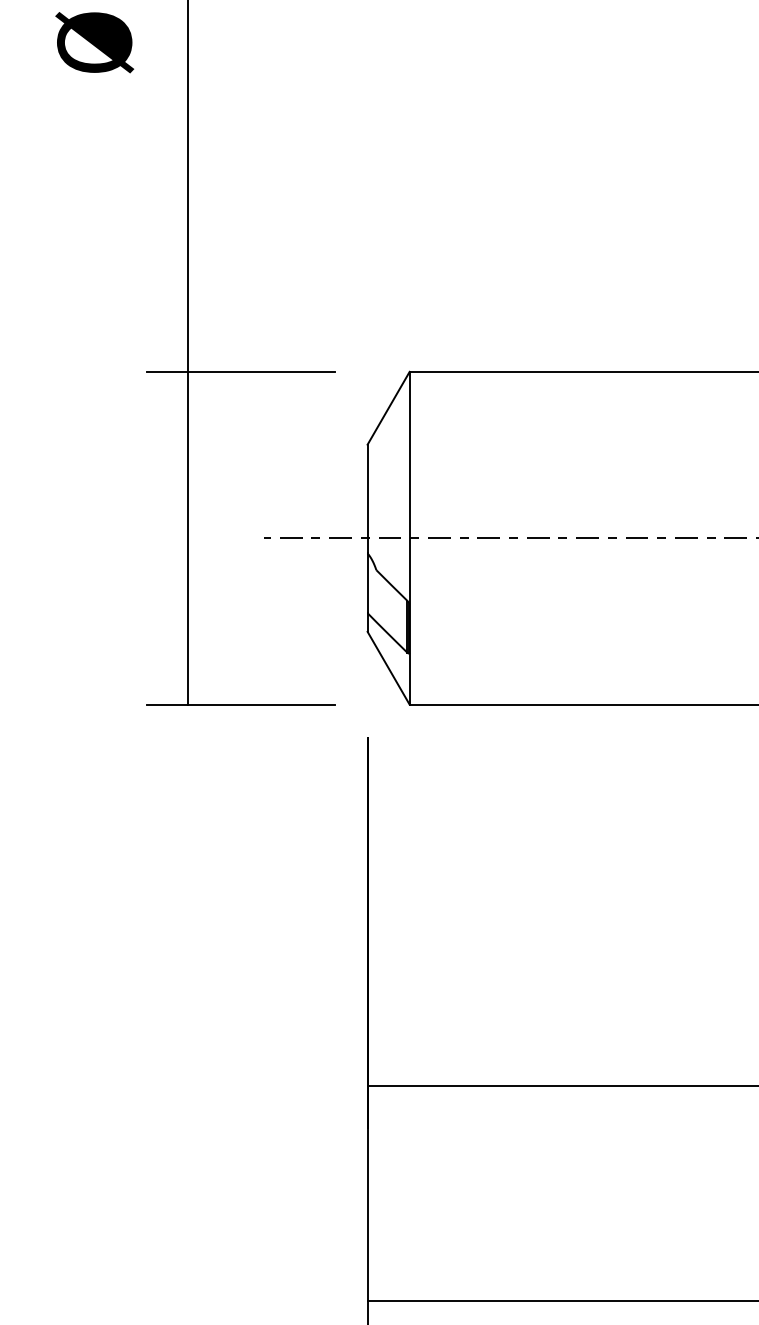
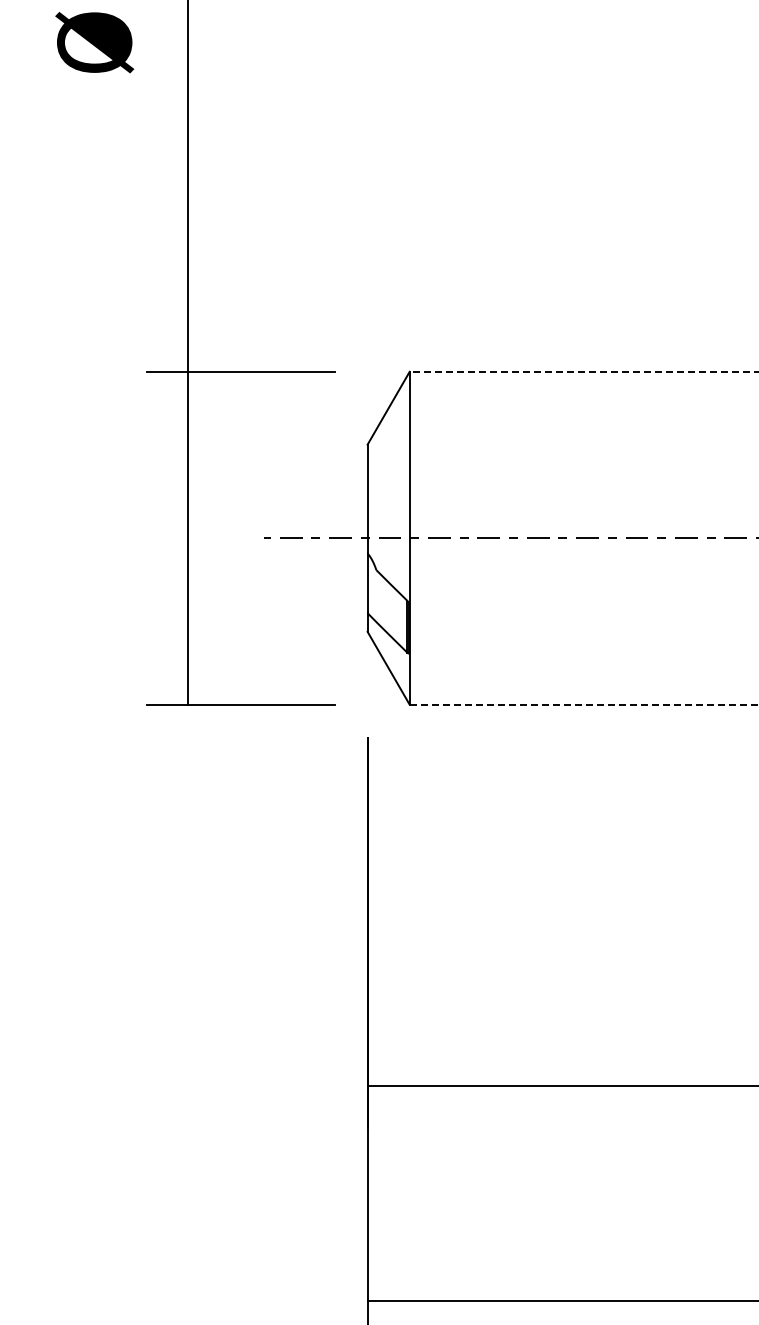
line at (583, 371): solid -> dashed
line at (584, 704): solid -> dashed
